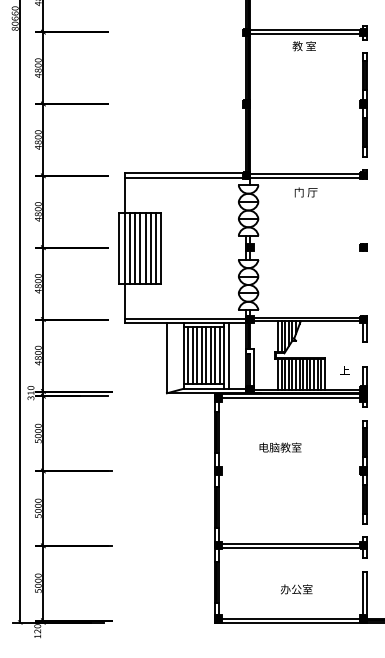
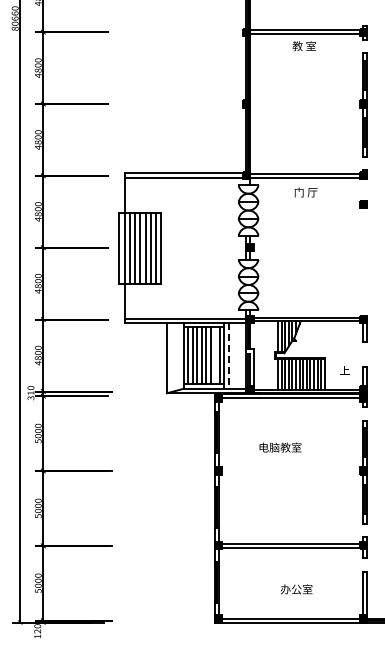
part at (363, 247) position: (363, 247) -> (363, 204)
line at (215, 355): present -> none
line at (228, 356): solid -> dashed
